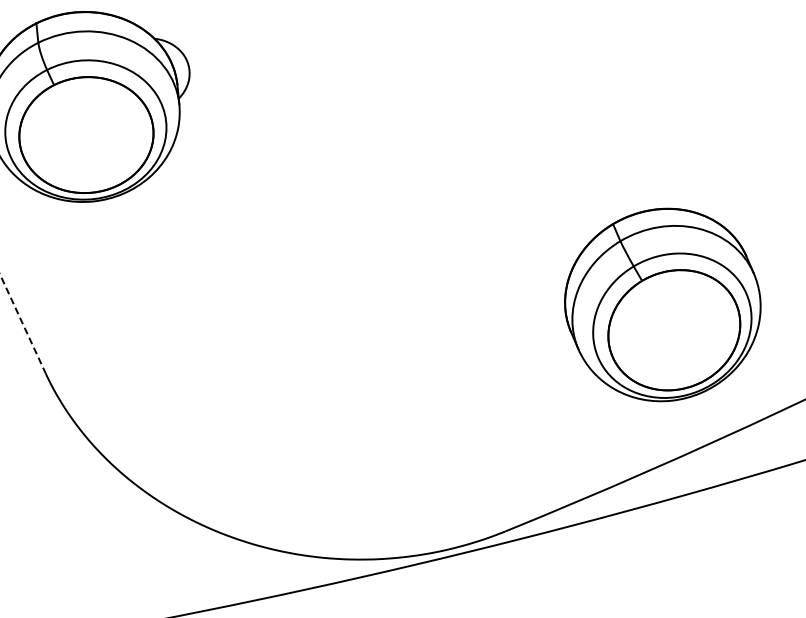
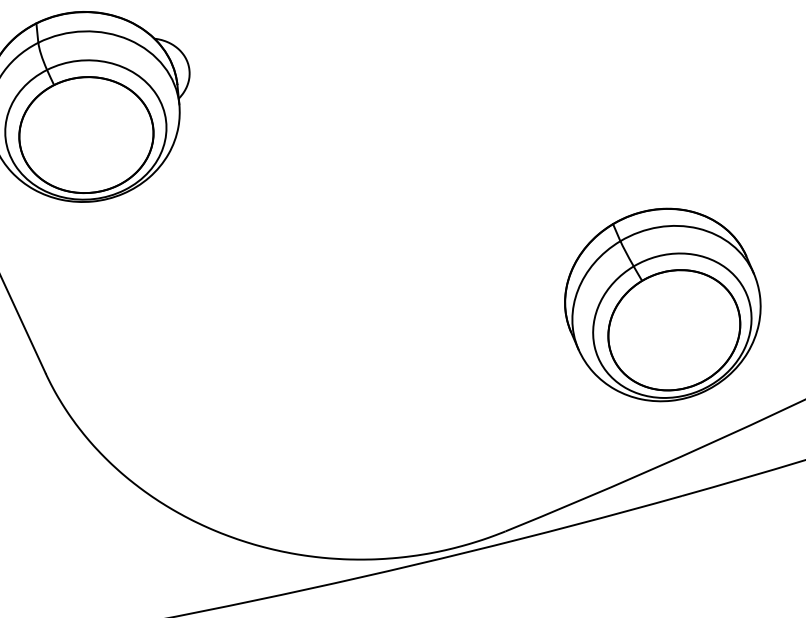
line at (23, 324): dashed -> solid
